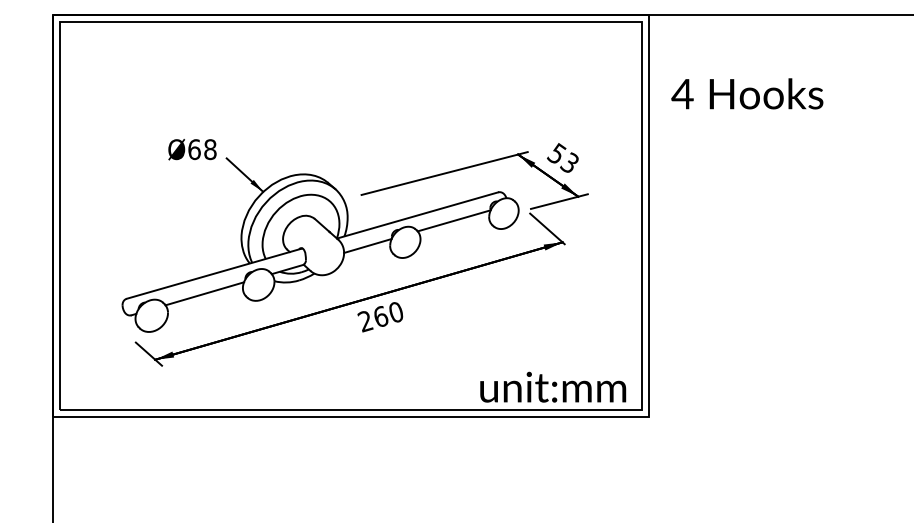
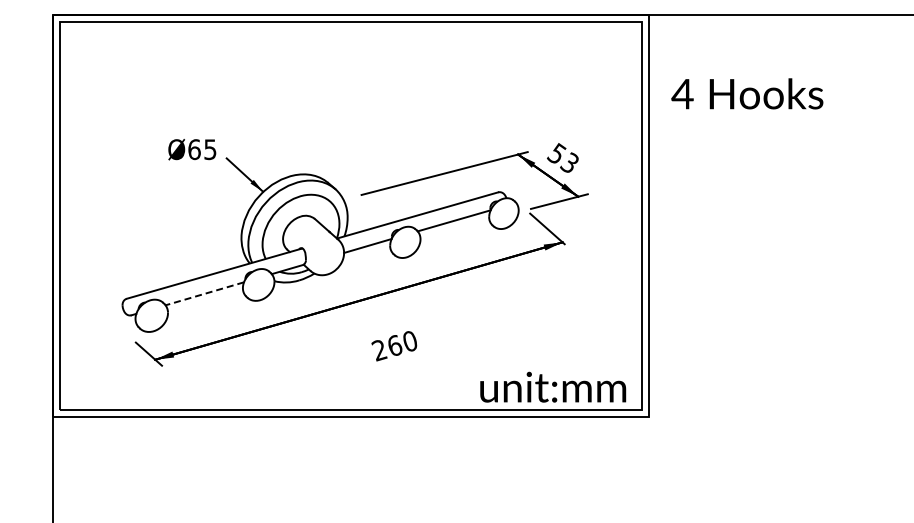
text at (210, 149): Ø68 -> Ø65
line at (204, 293): solid -> dashed
text at (380, 317) position: (380, 317) -> (394, 346)
